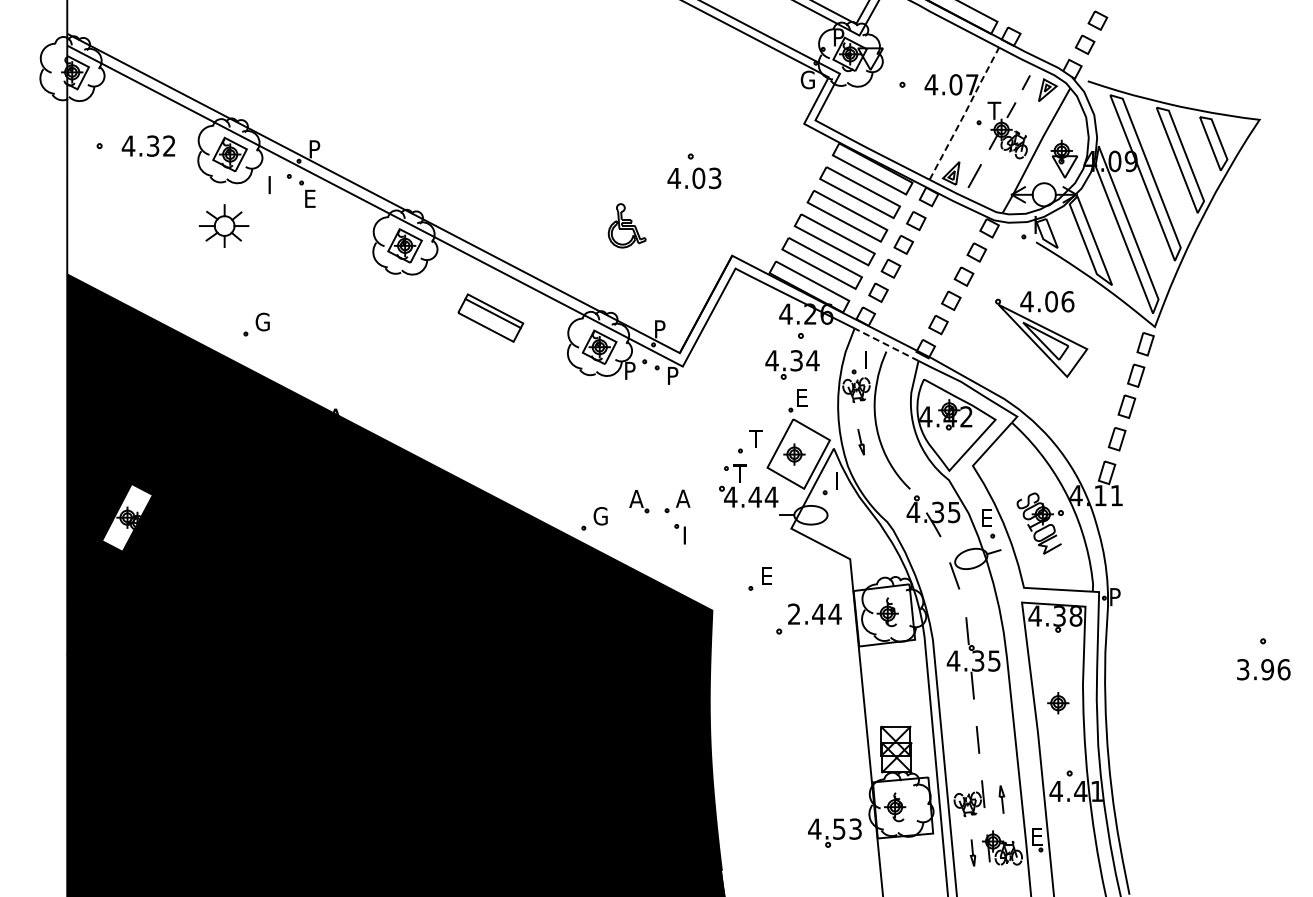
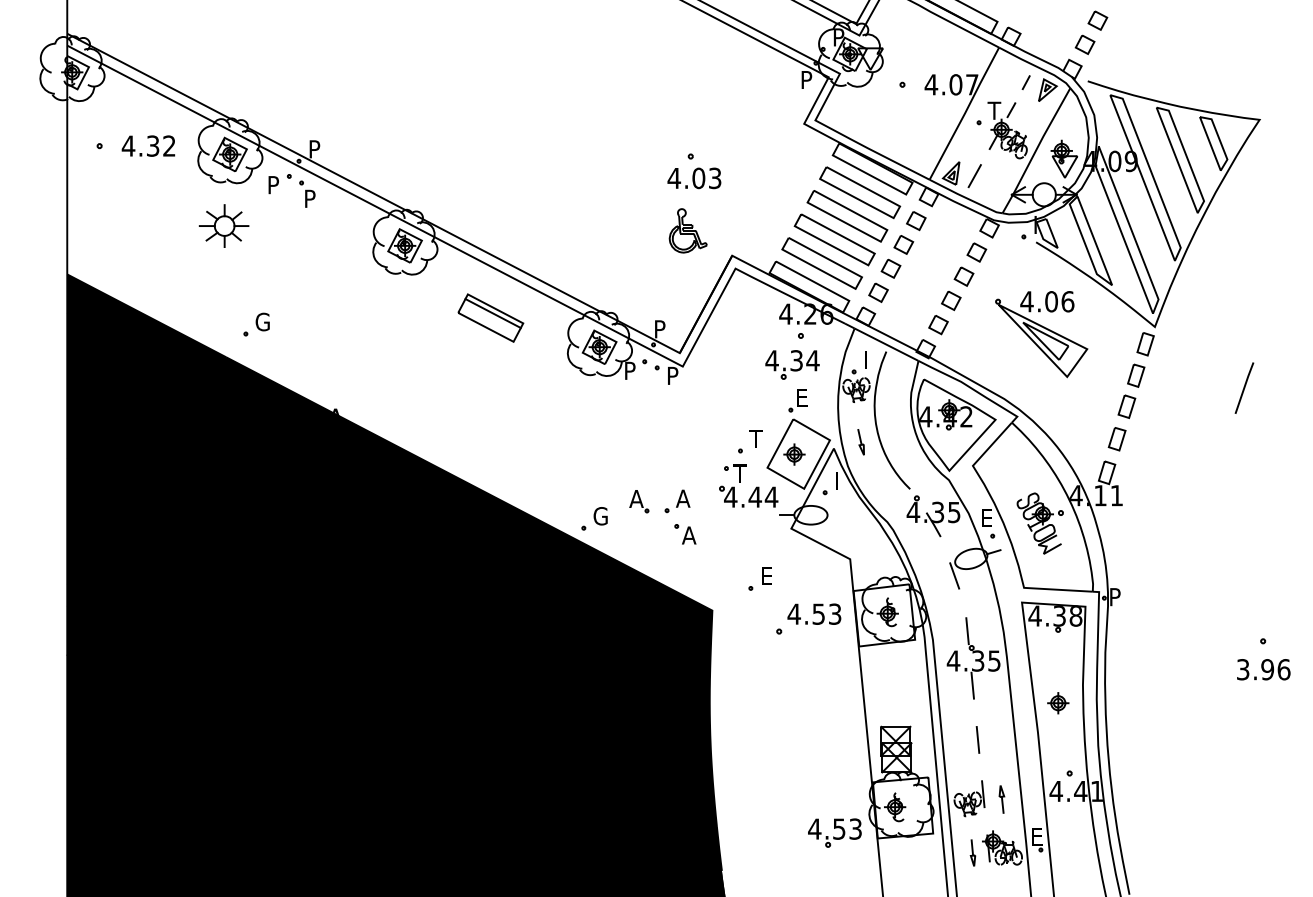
text at (807, 79): G -> P
line at (965, 113): dashed -> solid
text at (274, 181): I -> P
text at (311, 198): E -> P
part at (626, 225) position: (626, 225) -> (687, 230)
line at (886, 344): dashed -> solid
line at (1244, 387): none -> present
fill at (127, 517): none -> present
text at (689, 535): I -> A
text at (814, 613): 2.44 -> 4.53
